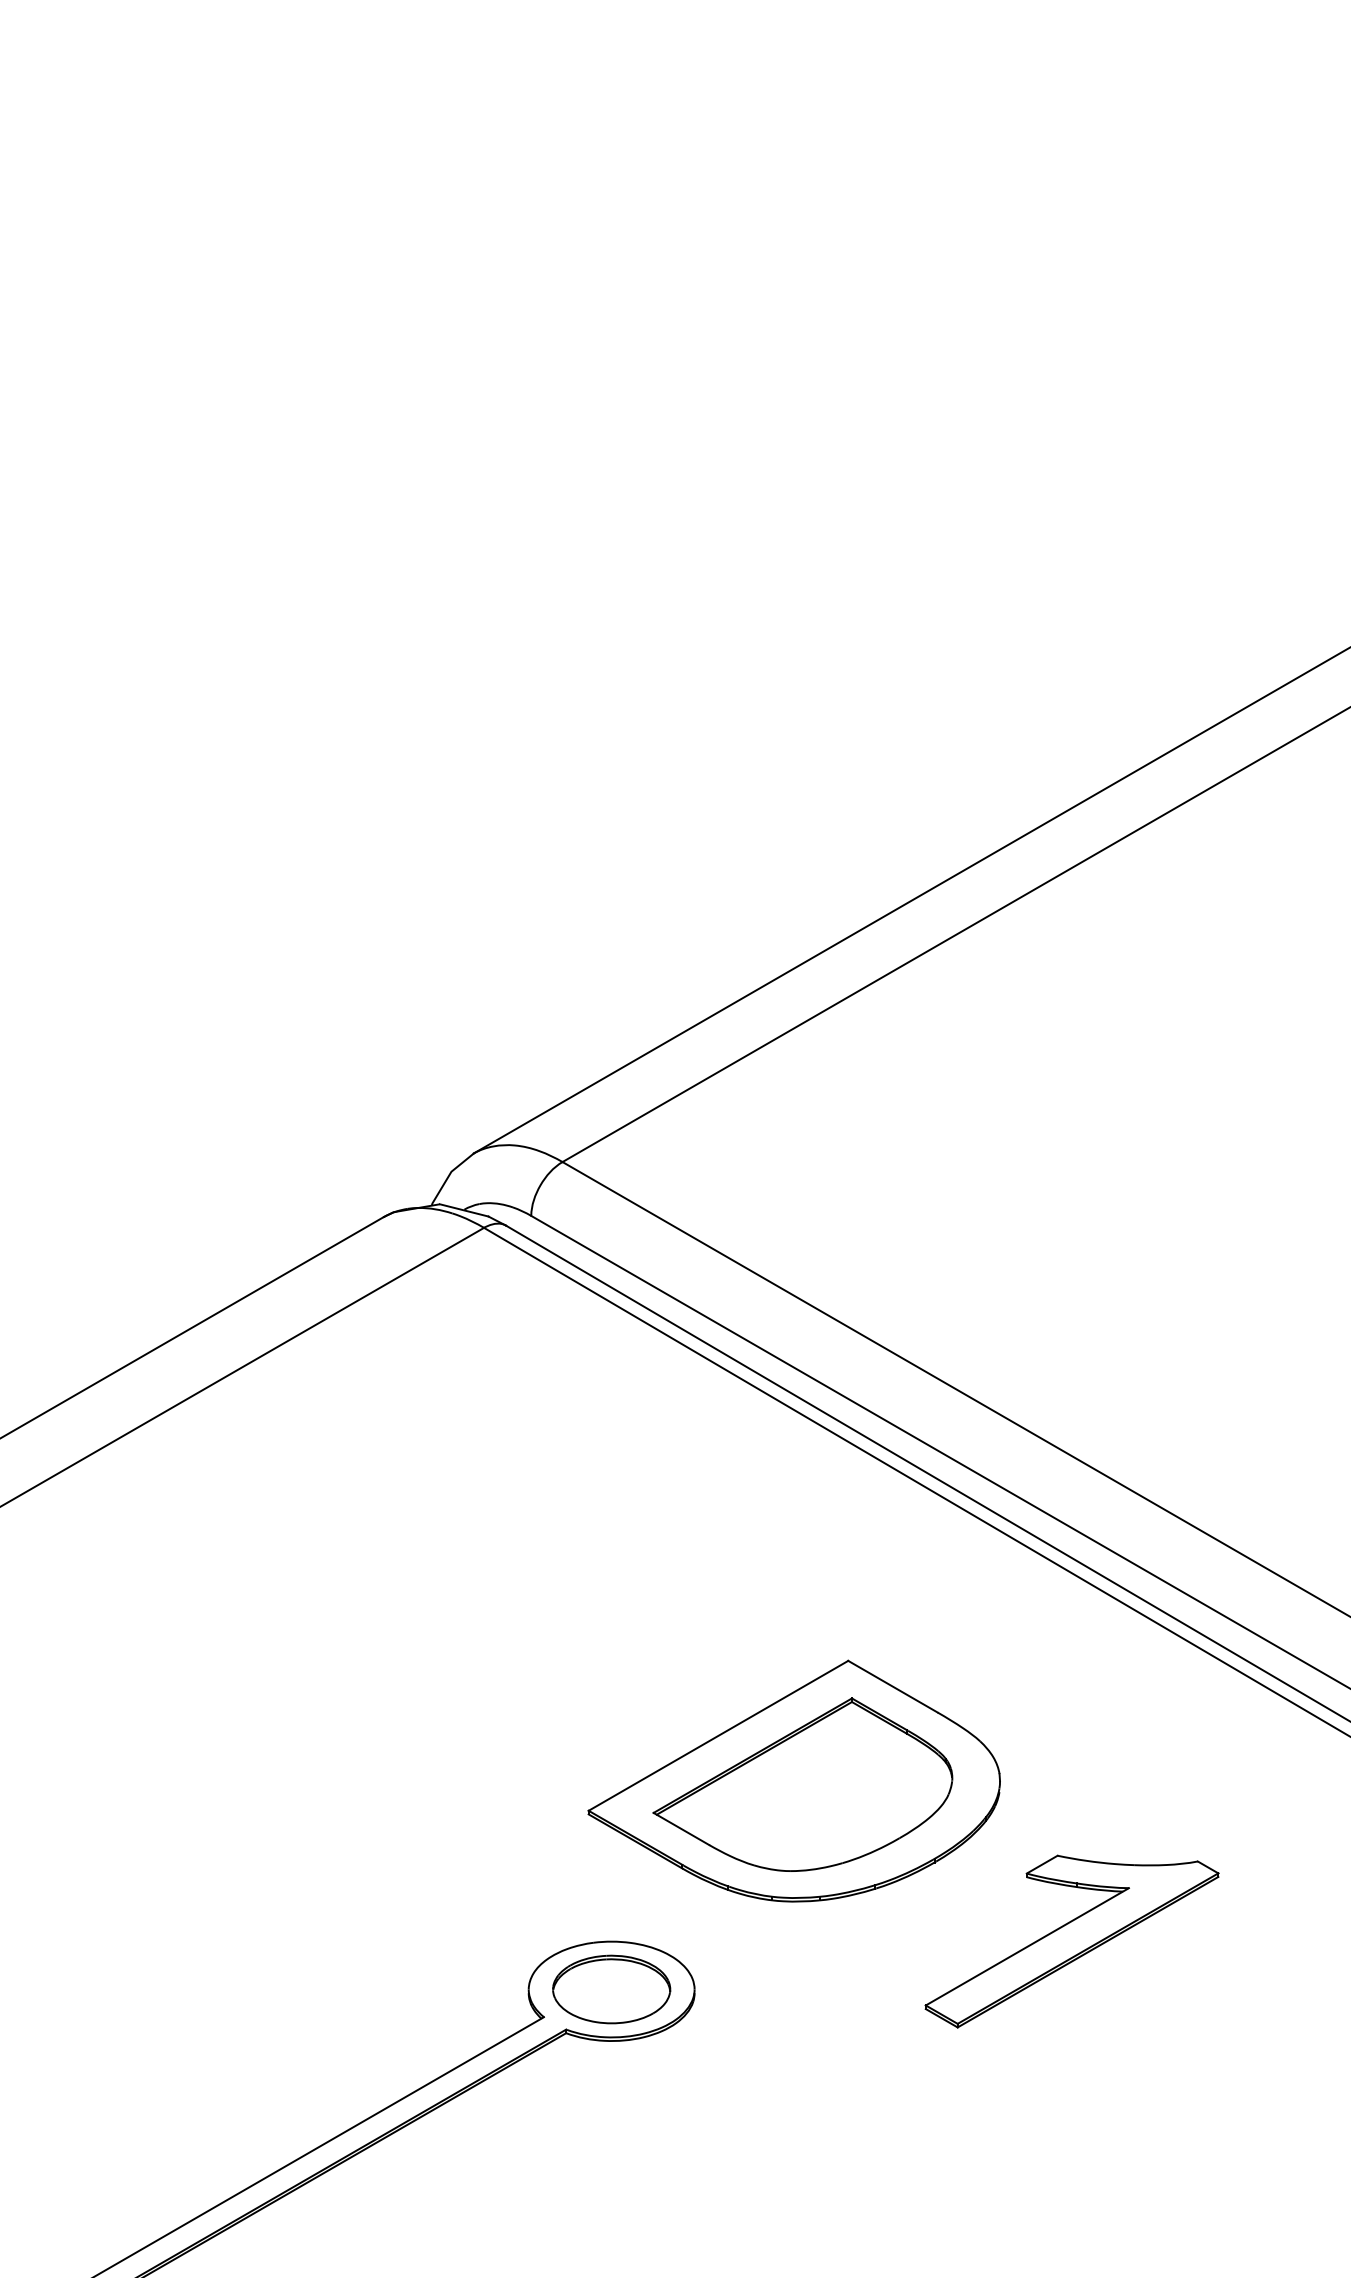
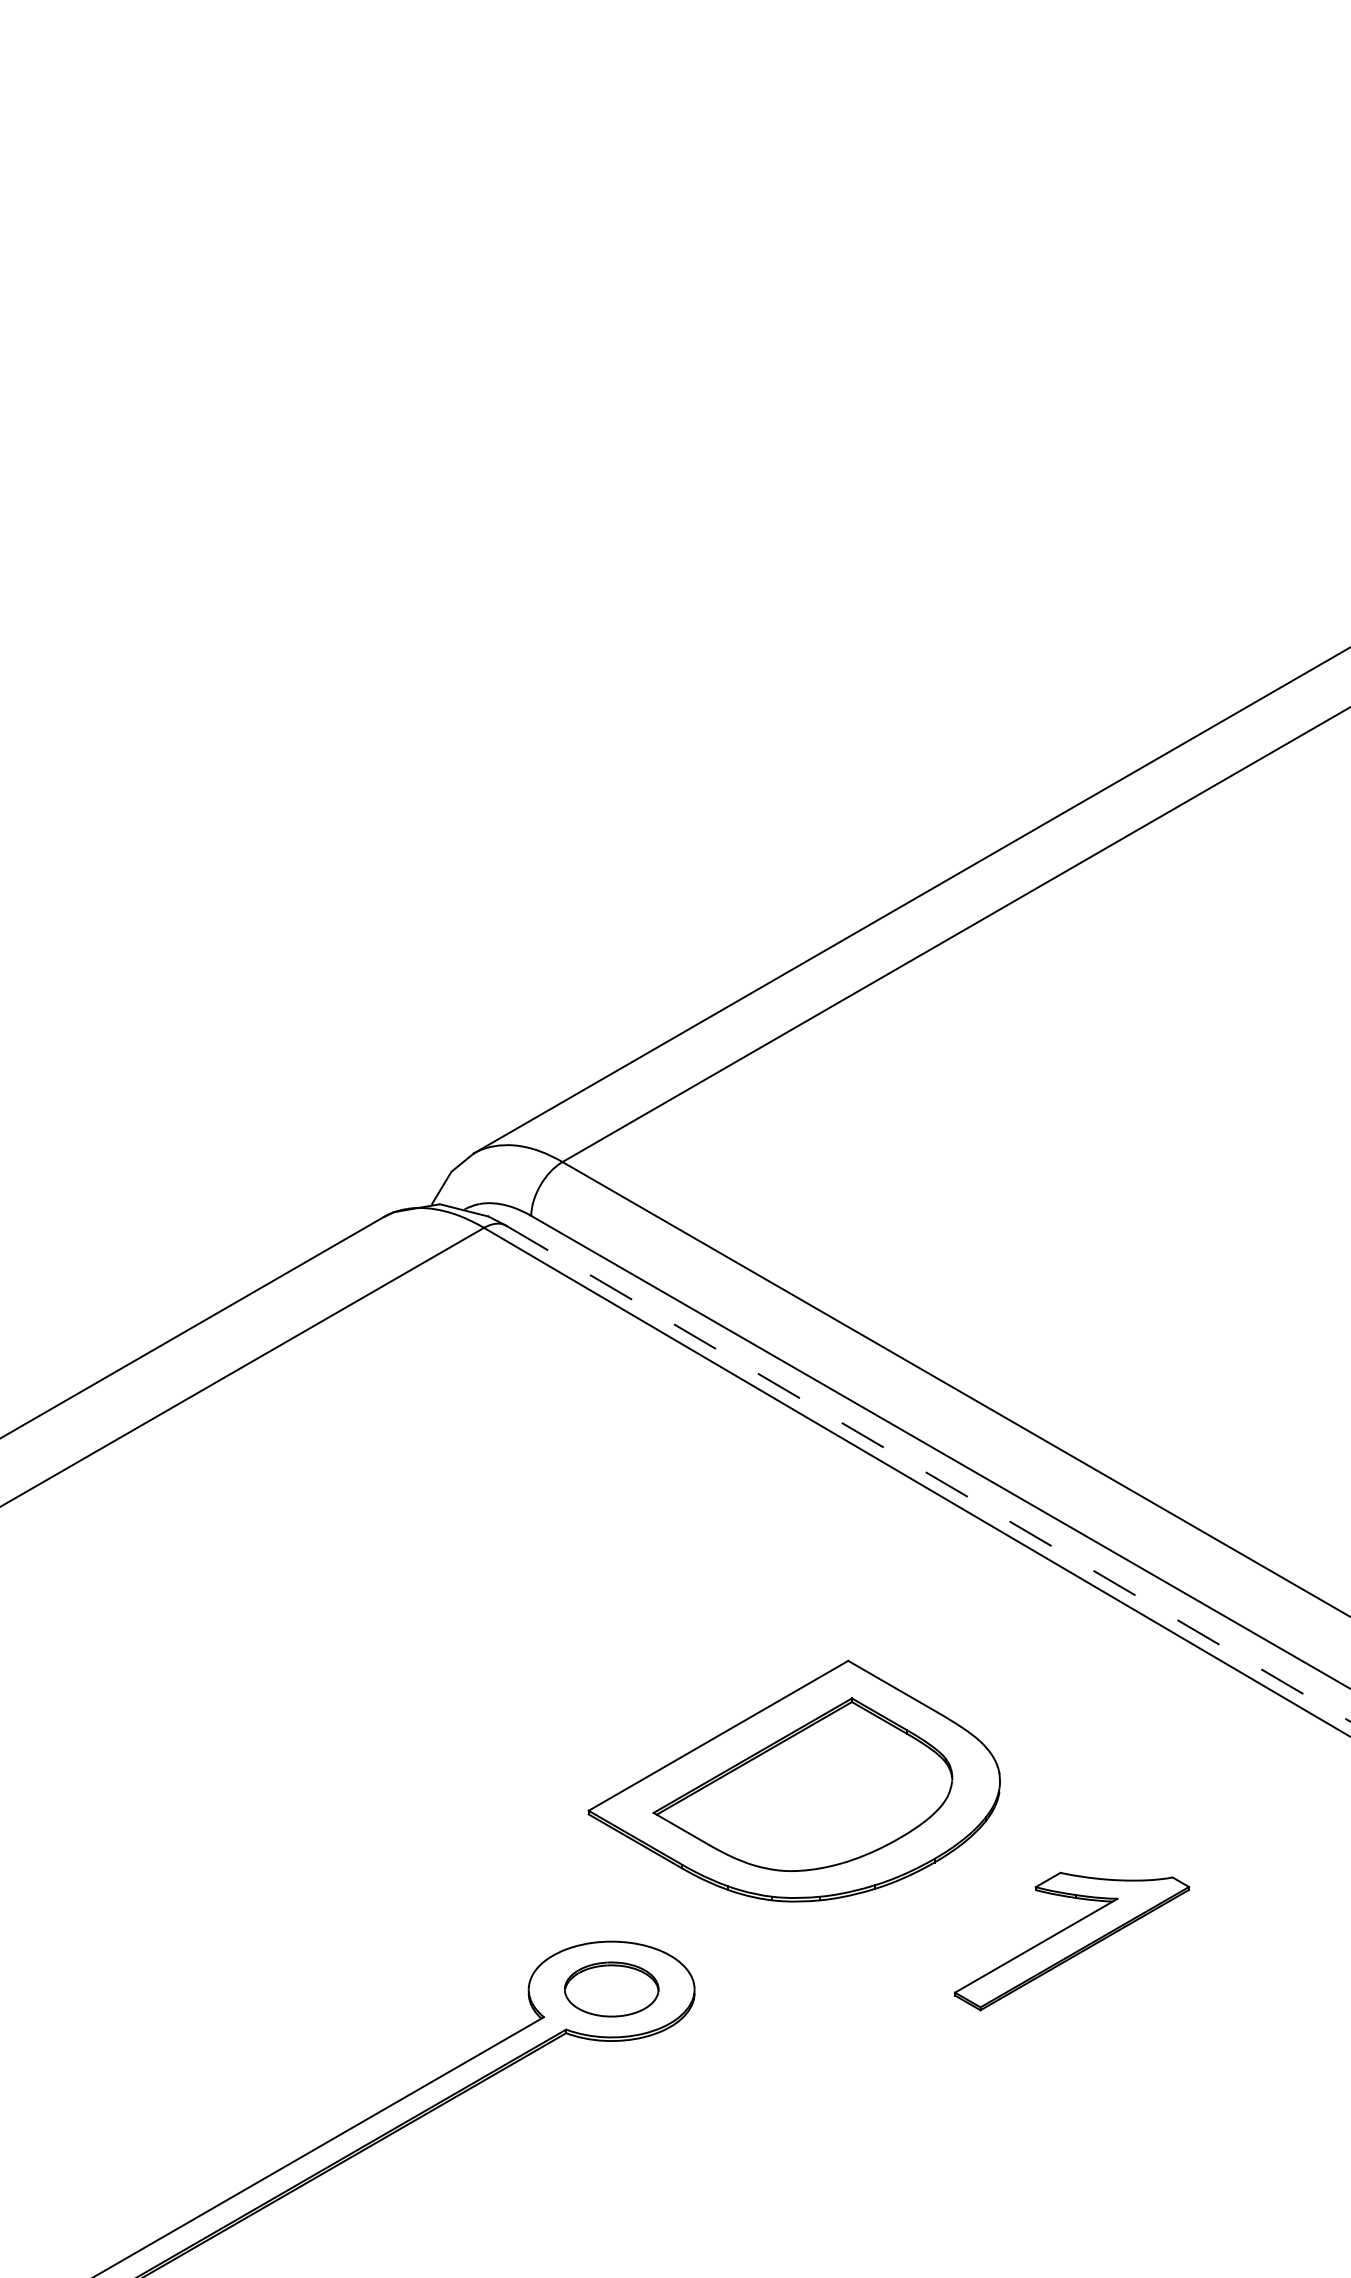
line at (928, 1473): solid -> dashed
part at (1071, 1941) size: 296x175 px -> 237x141 px
part at (611, 1989) size: 120x71 px -> 96x57 px
